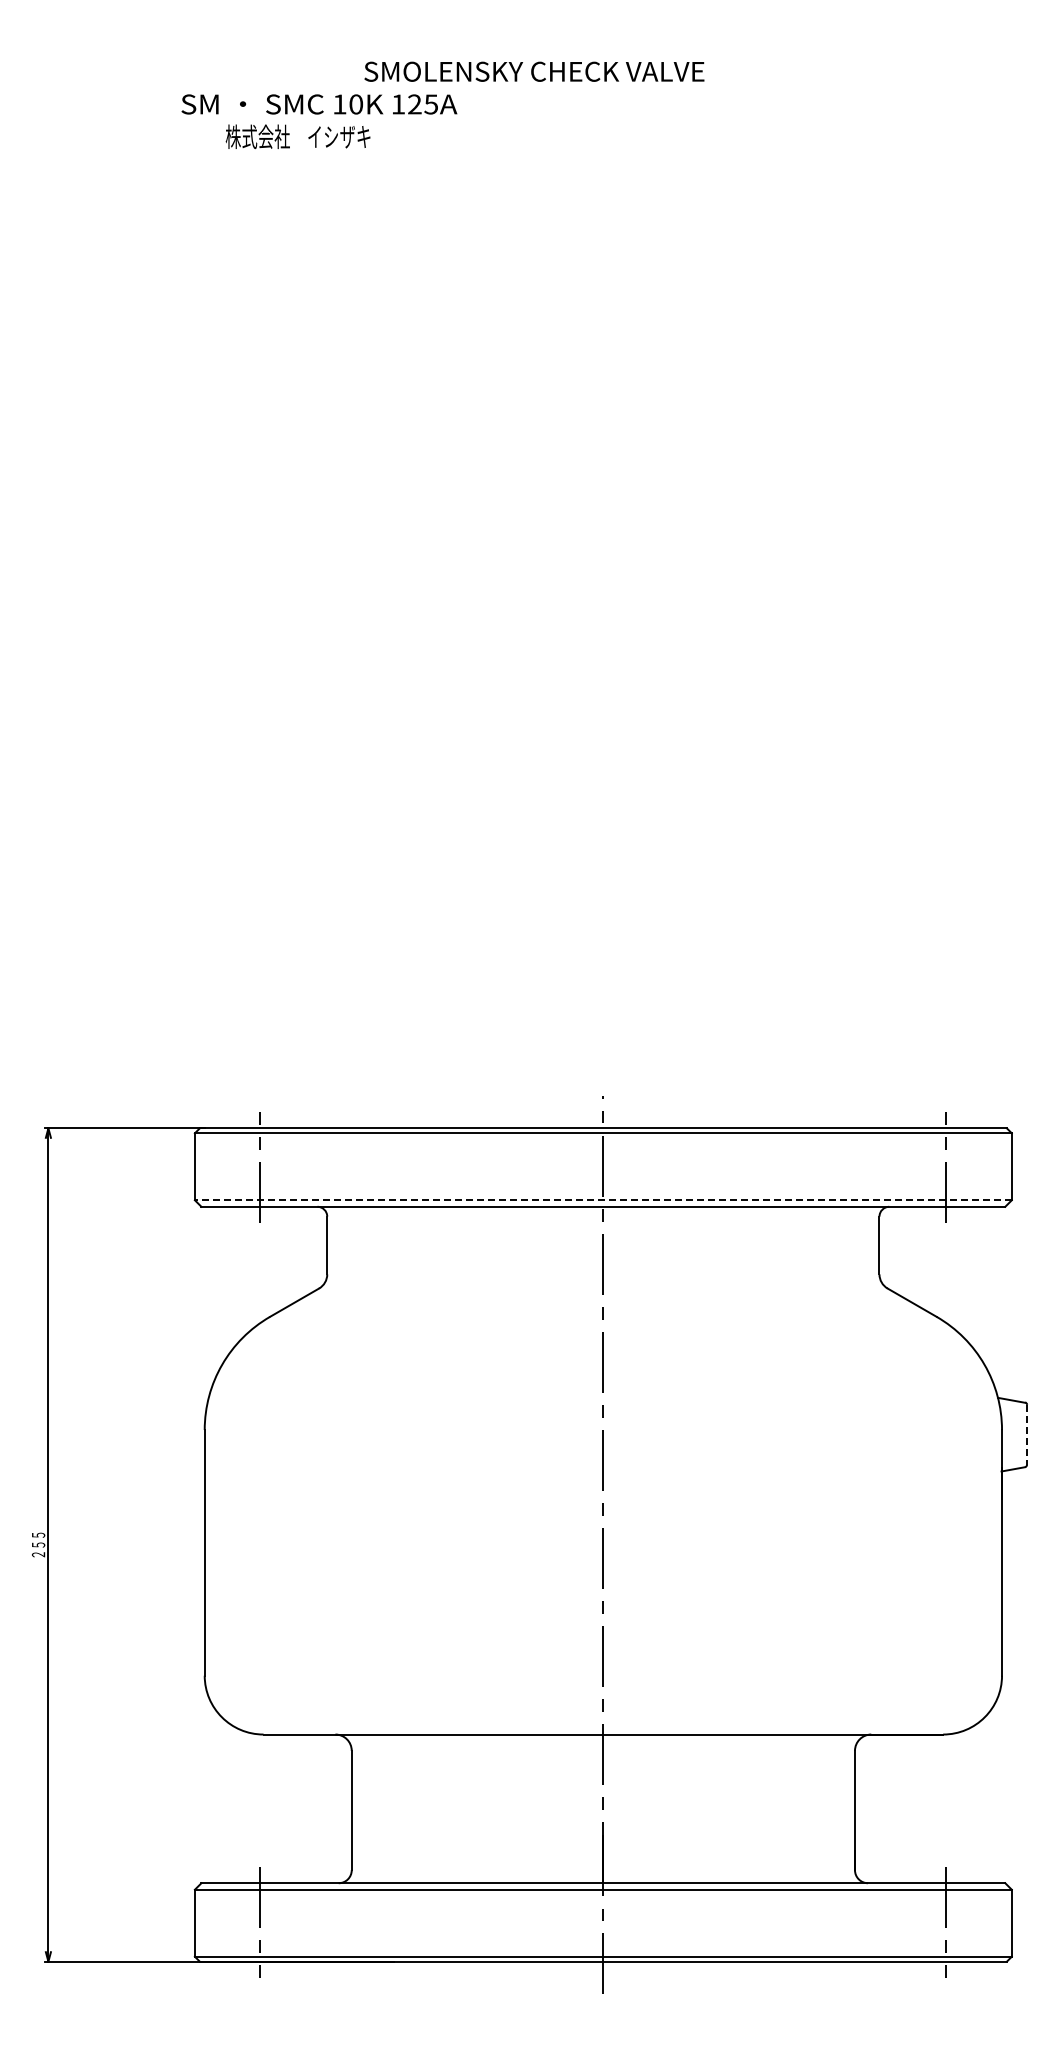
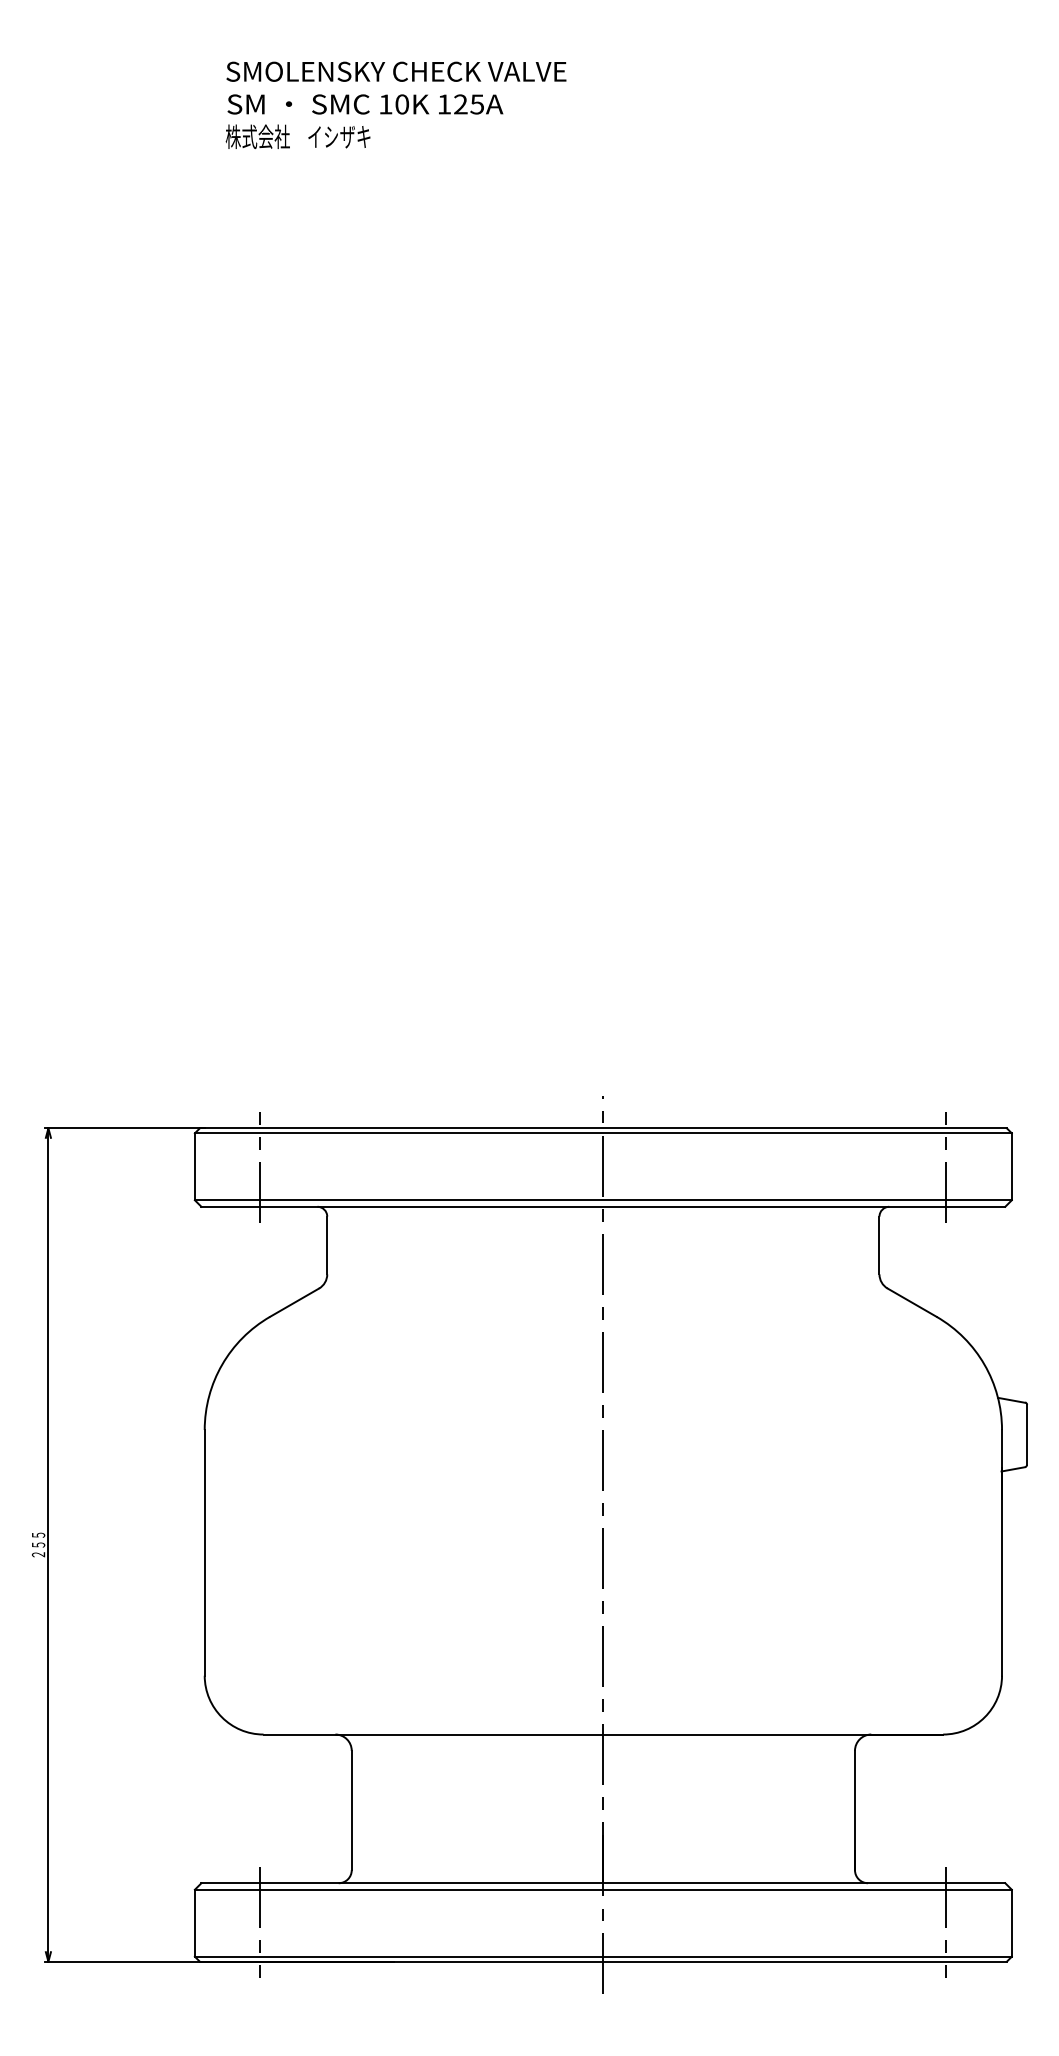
text at (534, 71) position: (534, 71) -> (396, 71)
text at (319, 104) position: (319, 104) -> (365, 104)
line at (602, 1200): dashed -> solid
line at (1027, 1435): dashed -> solid
